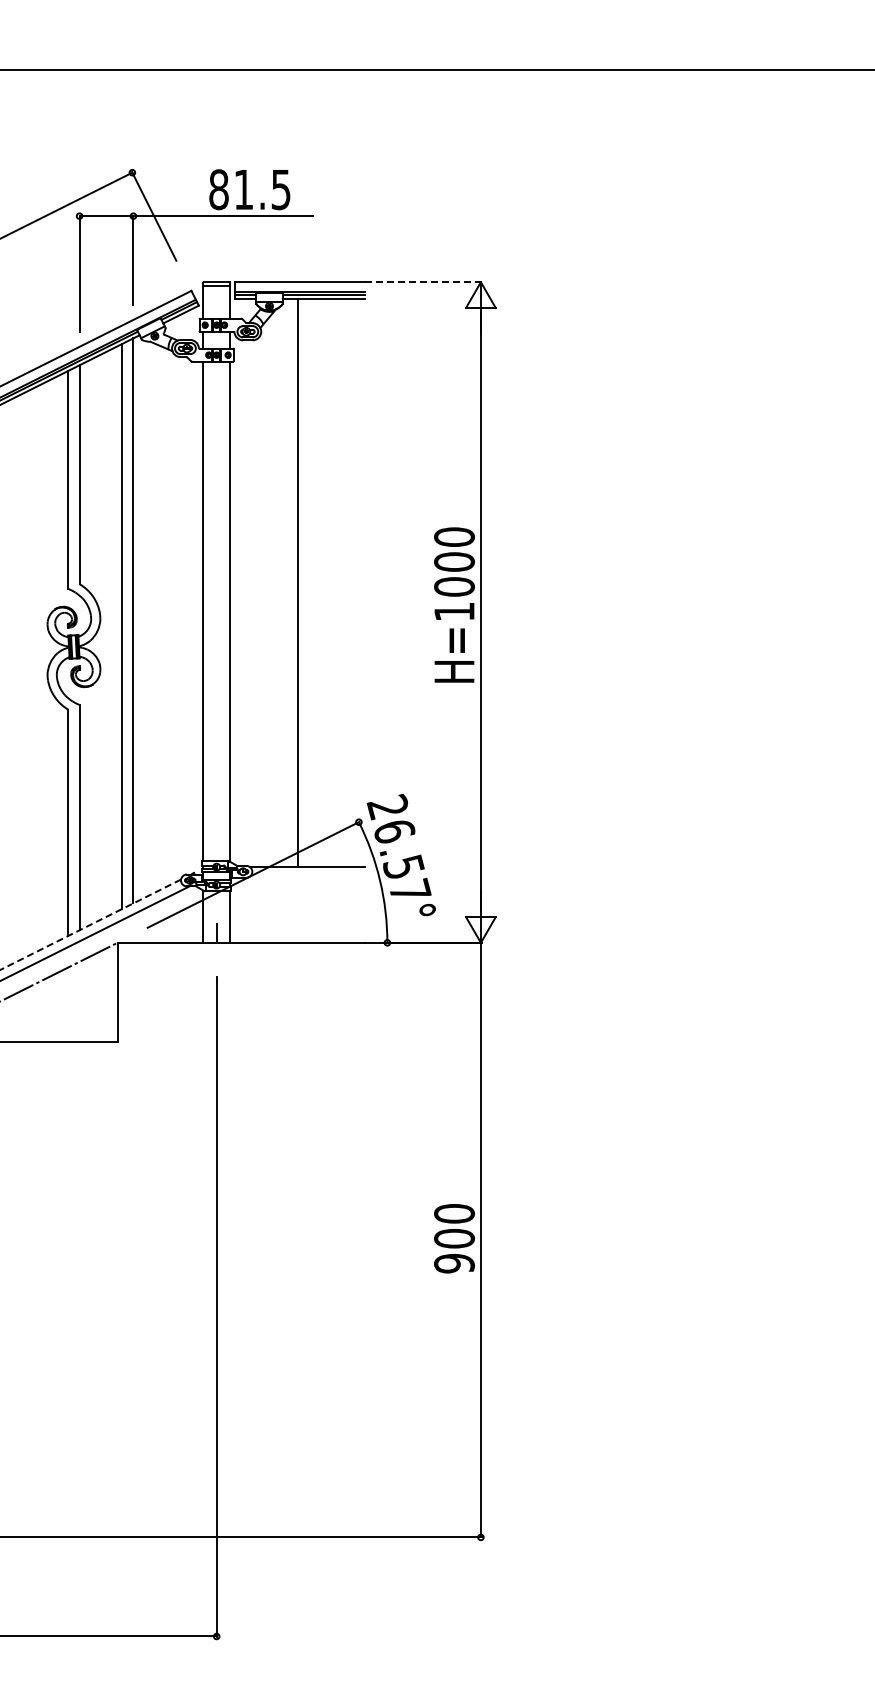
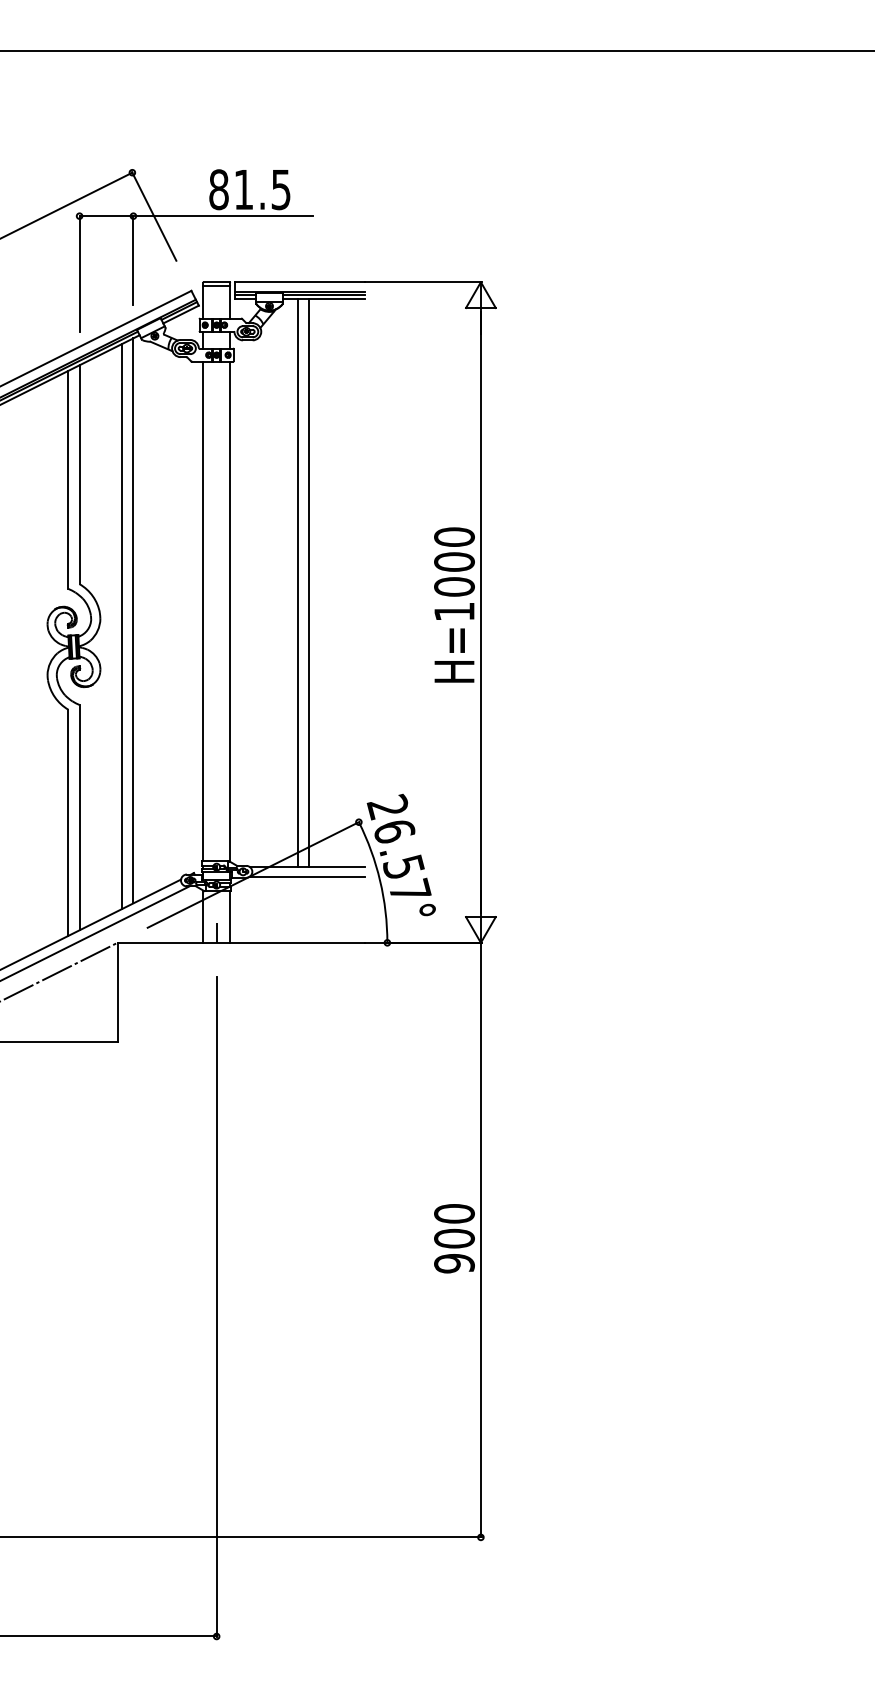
line at (436, 69) position: (436, 69) -> (436, 50)
line at (423, 282): dashed -> solid
line at (309, 582): none -> present
line at (306, 876): none -> present
line at (90, 924): dashed -> solid
